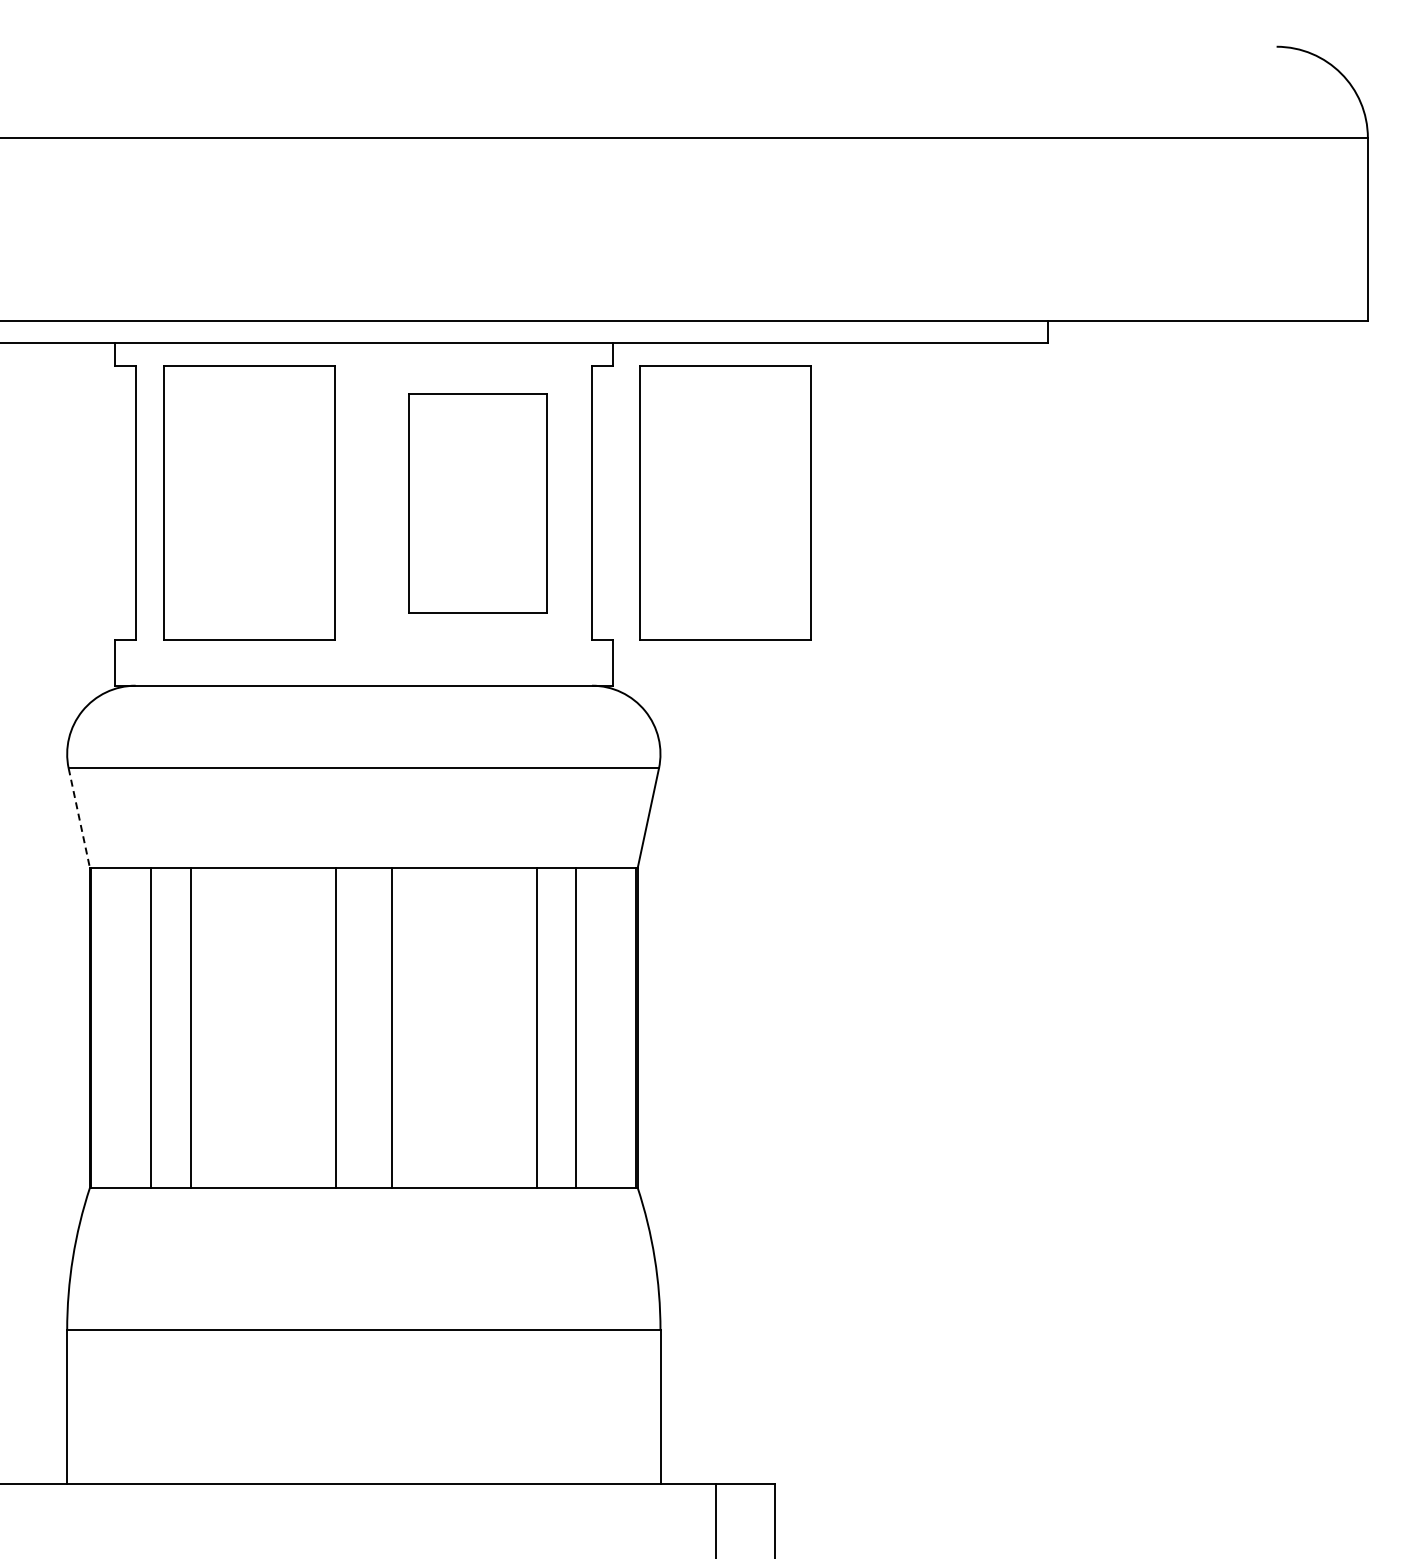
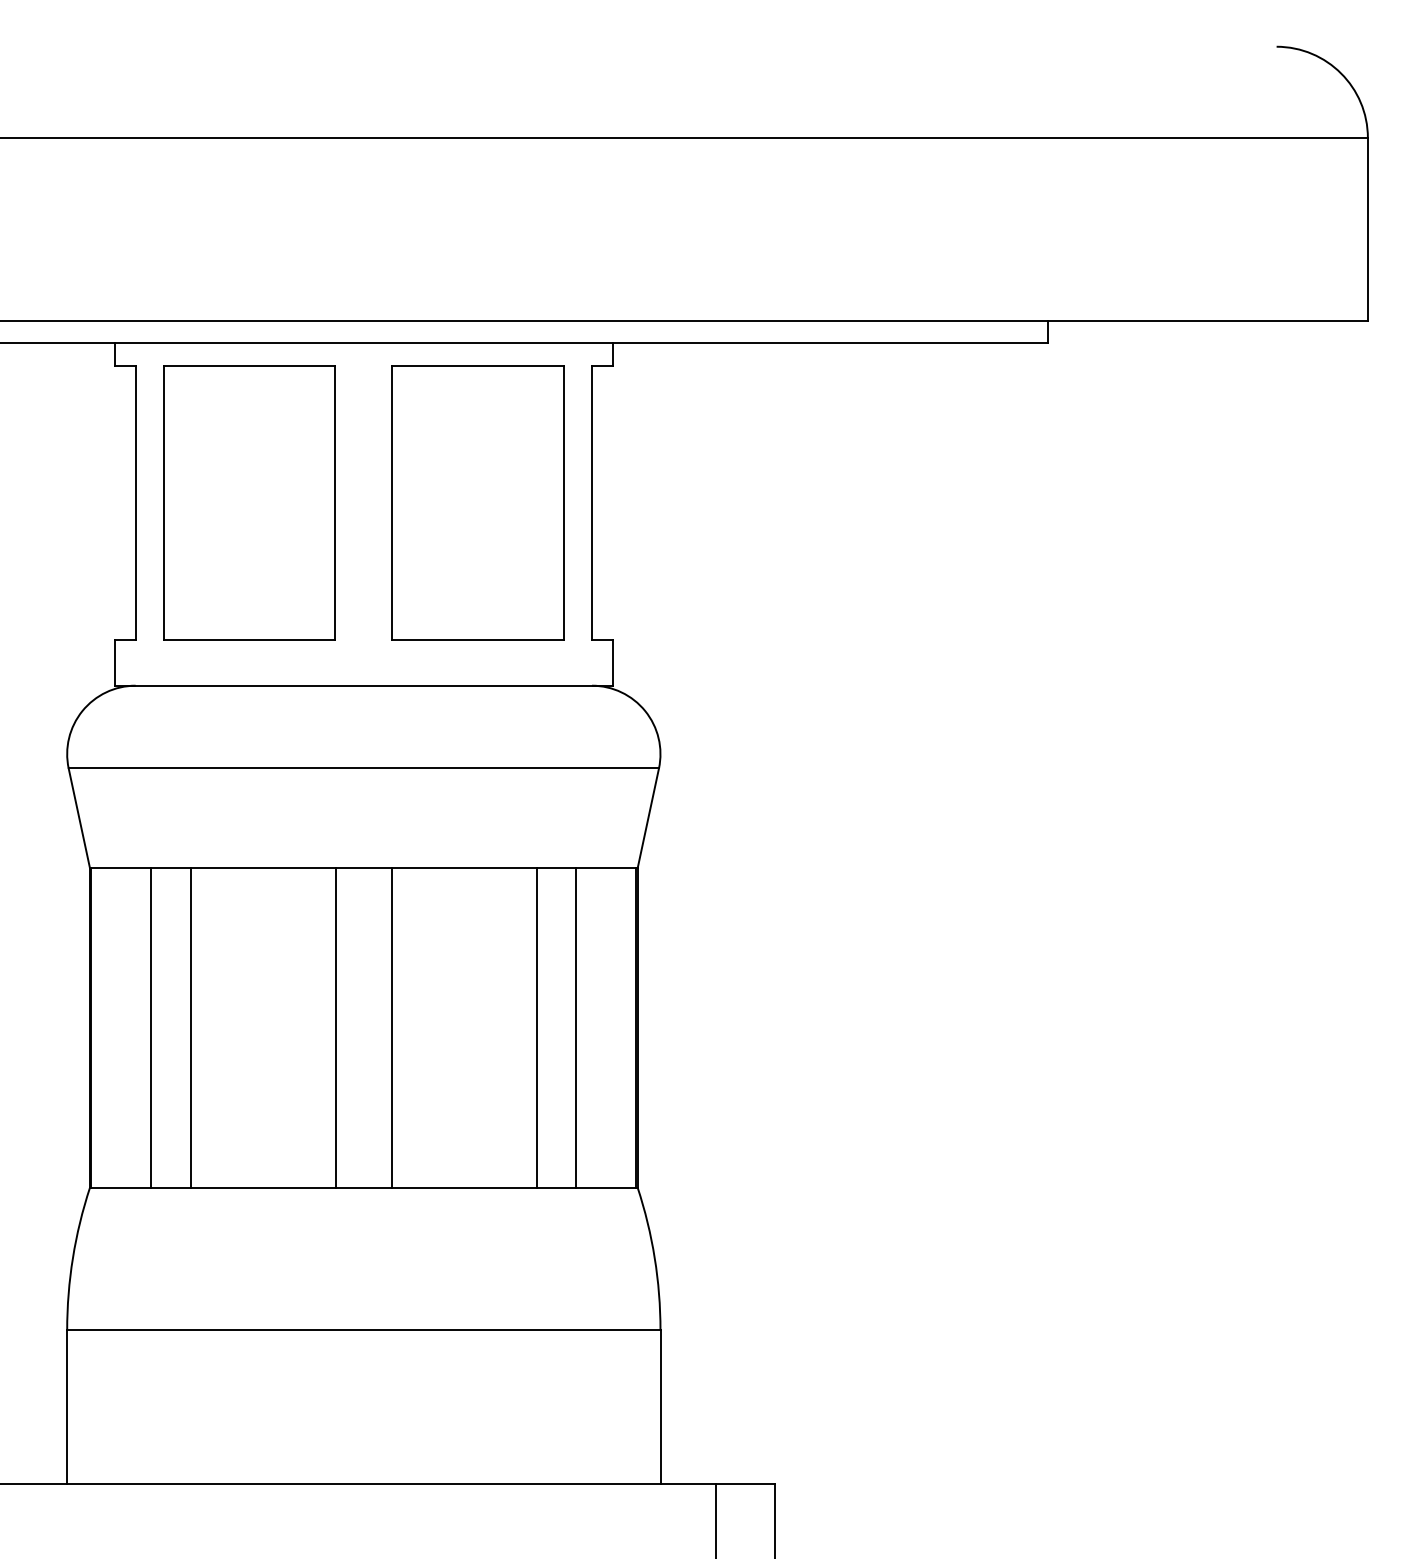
part at (725, 502): present -> none
part at (477, 503) size: 140x221 px -> 174x276 px
line at (79, 818): dashed -> solid
